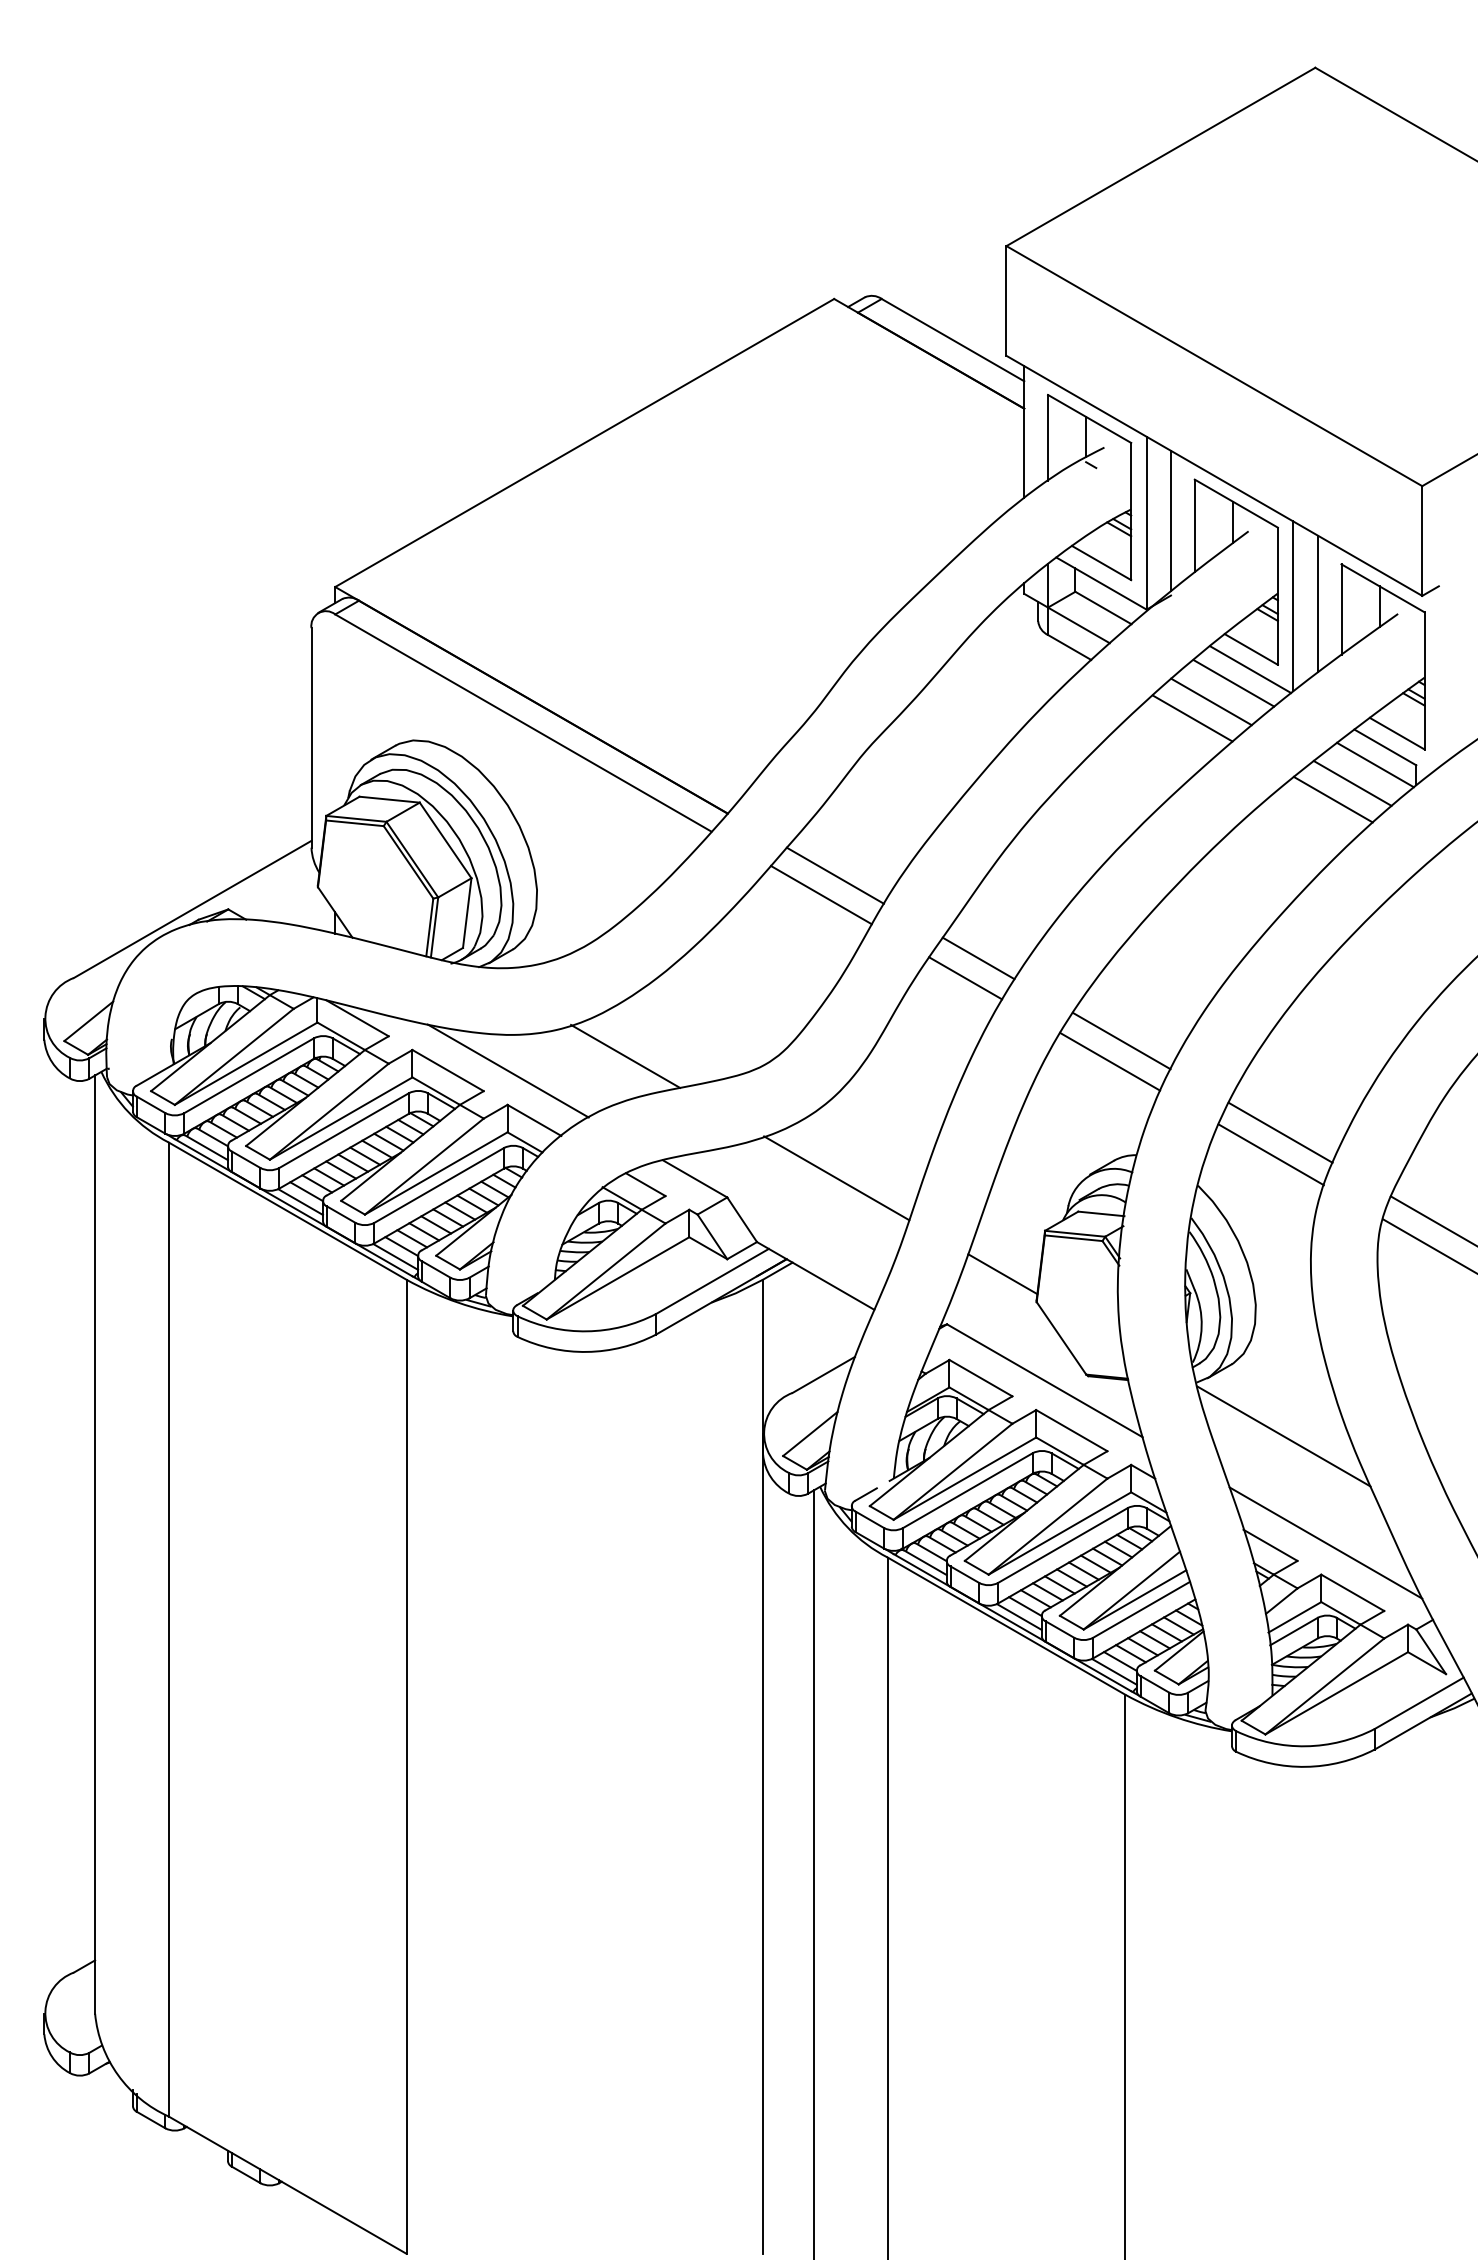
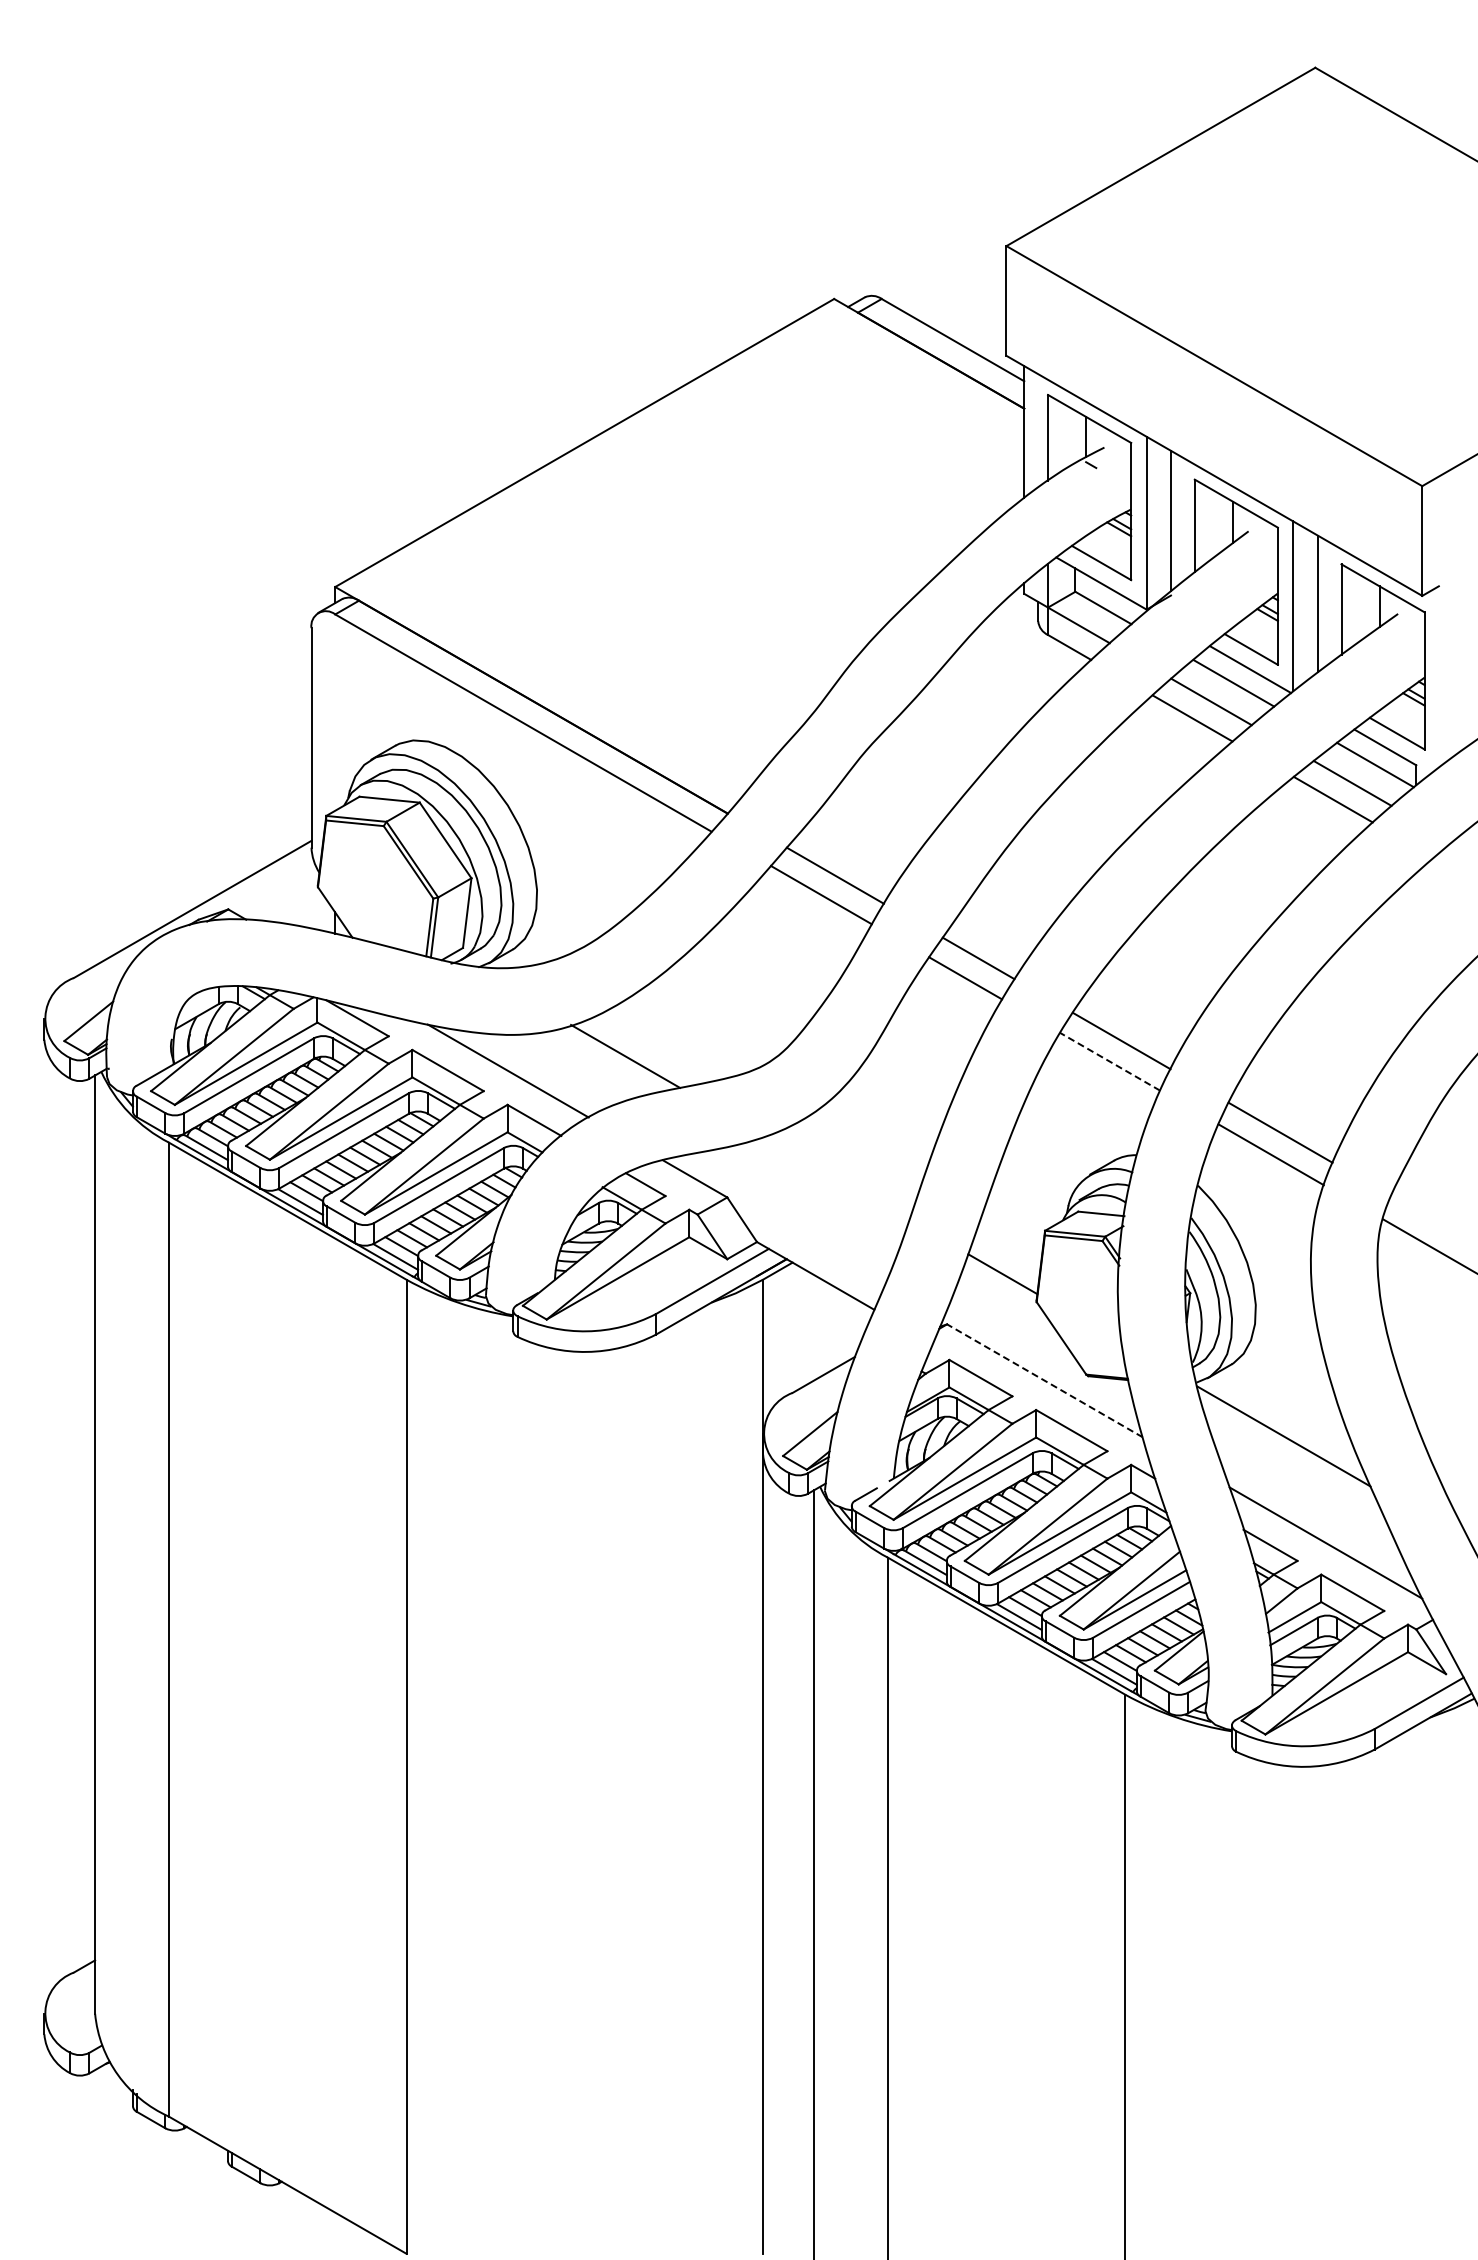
line at (1110, 1061): solid -> dashed
line at (836, 1178): present -> none
line at (1432, 1220): present -> none
line at (1044, 1380): solid -> dashed
